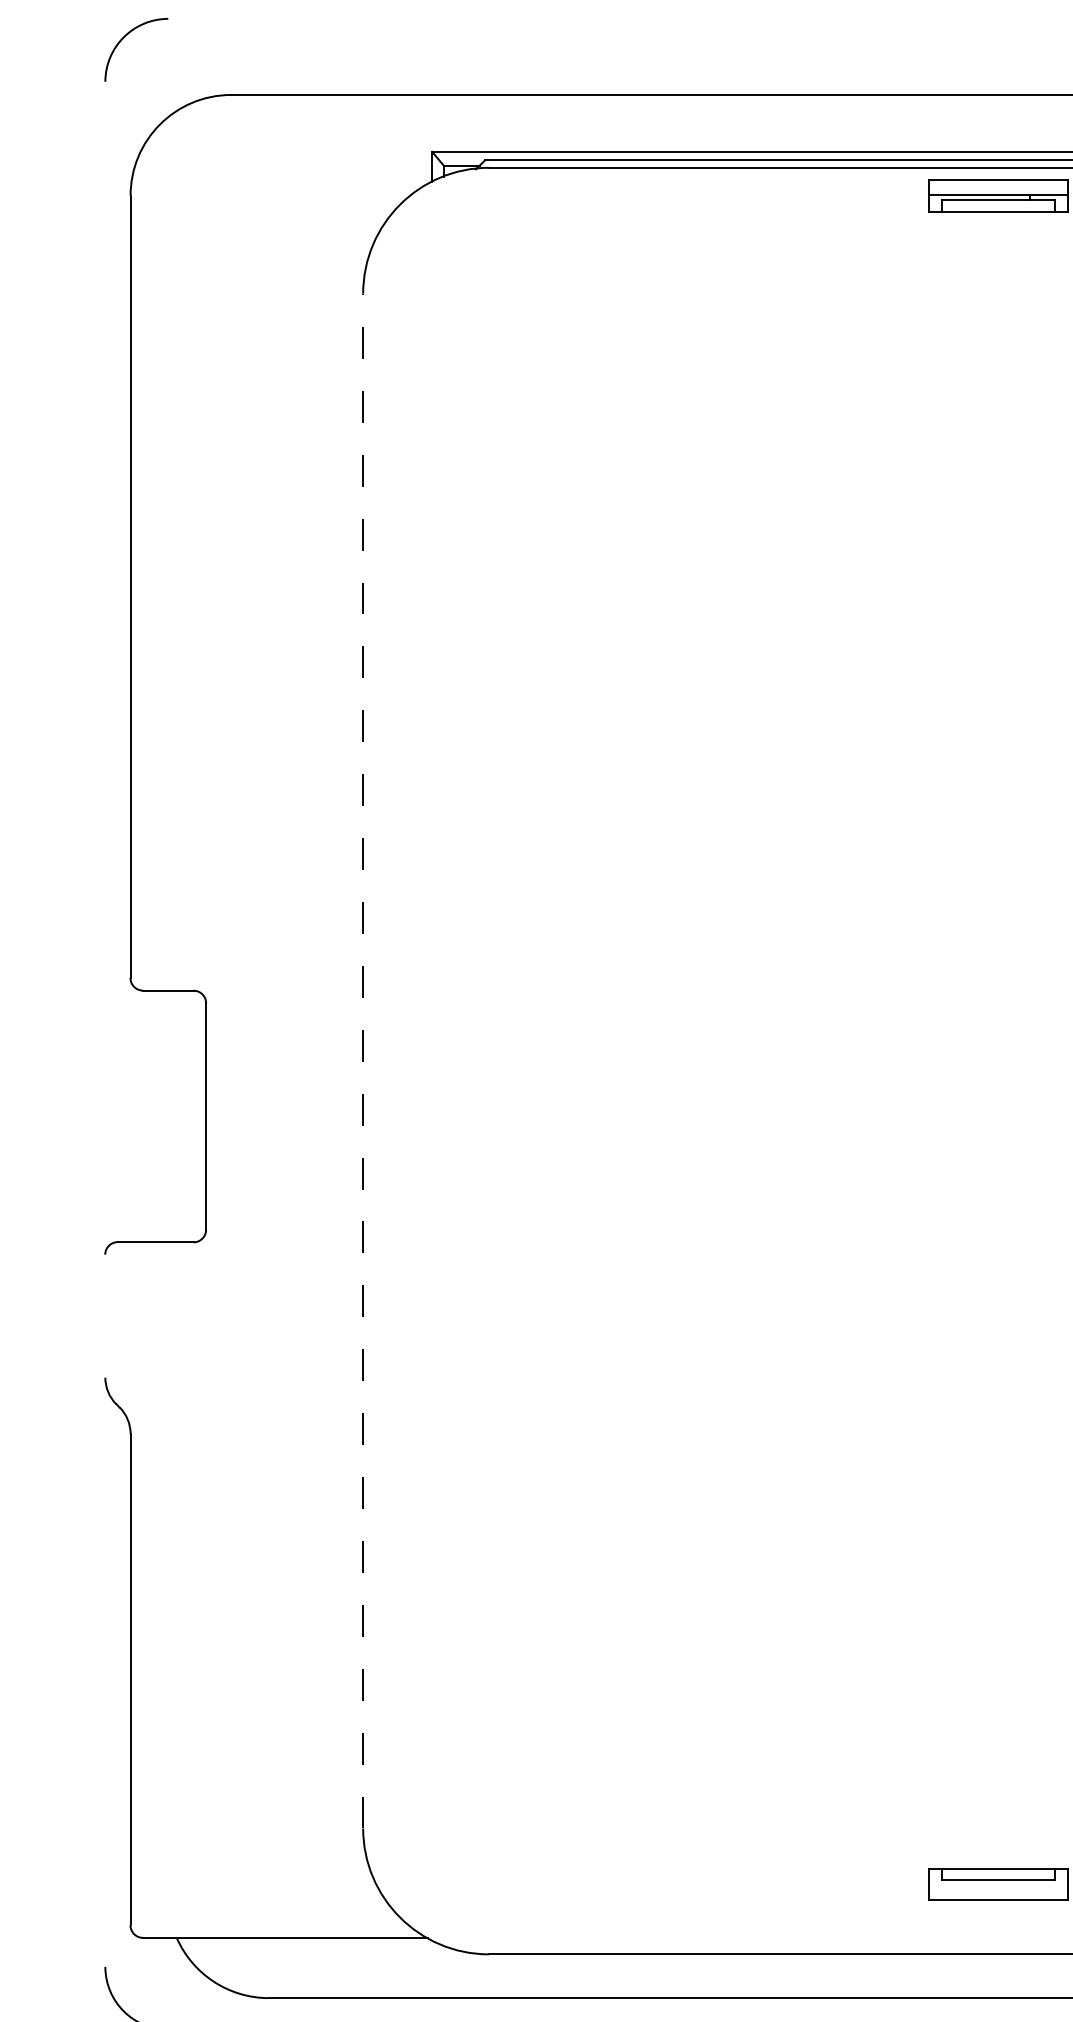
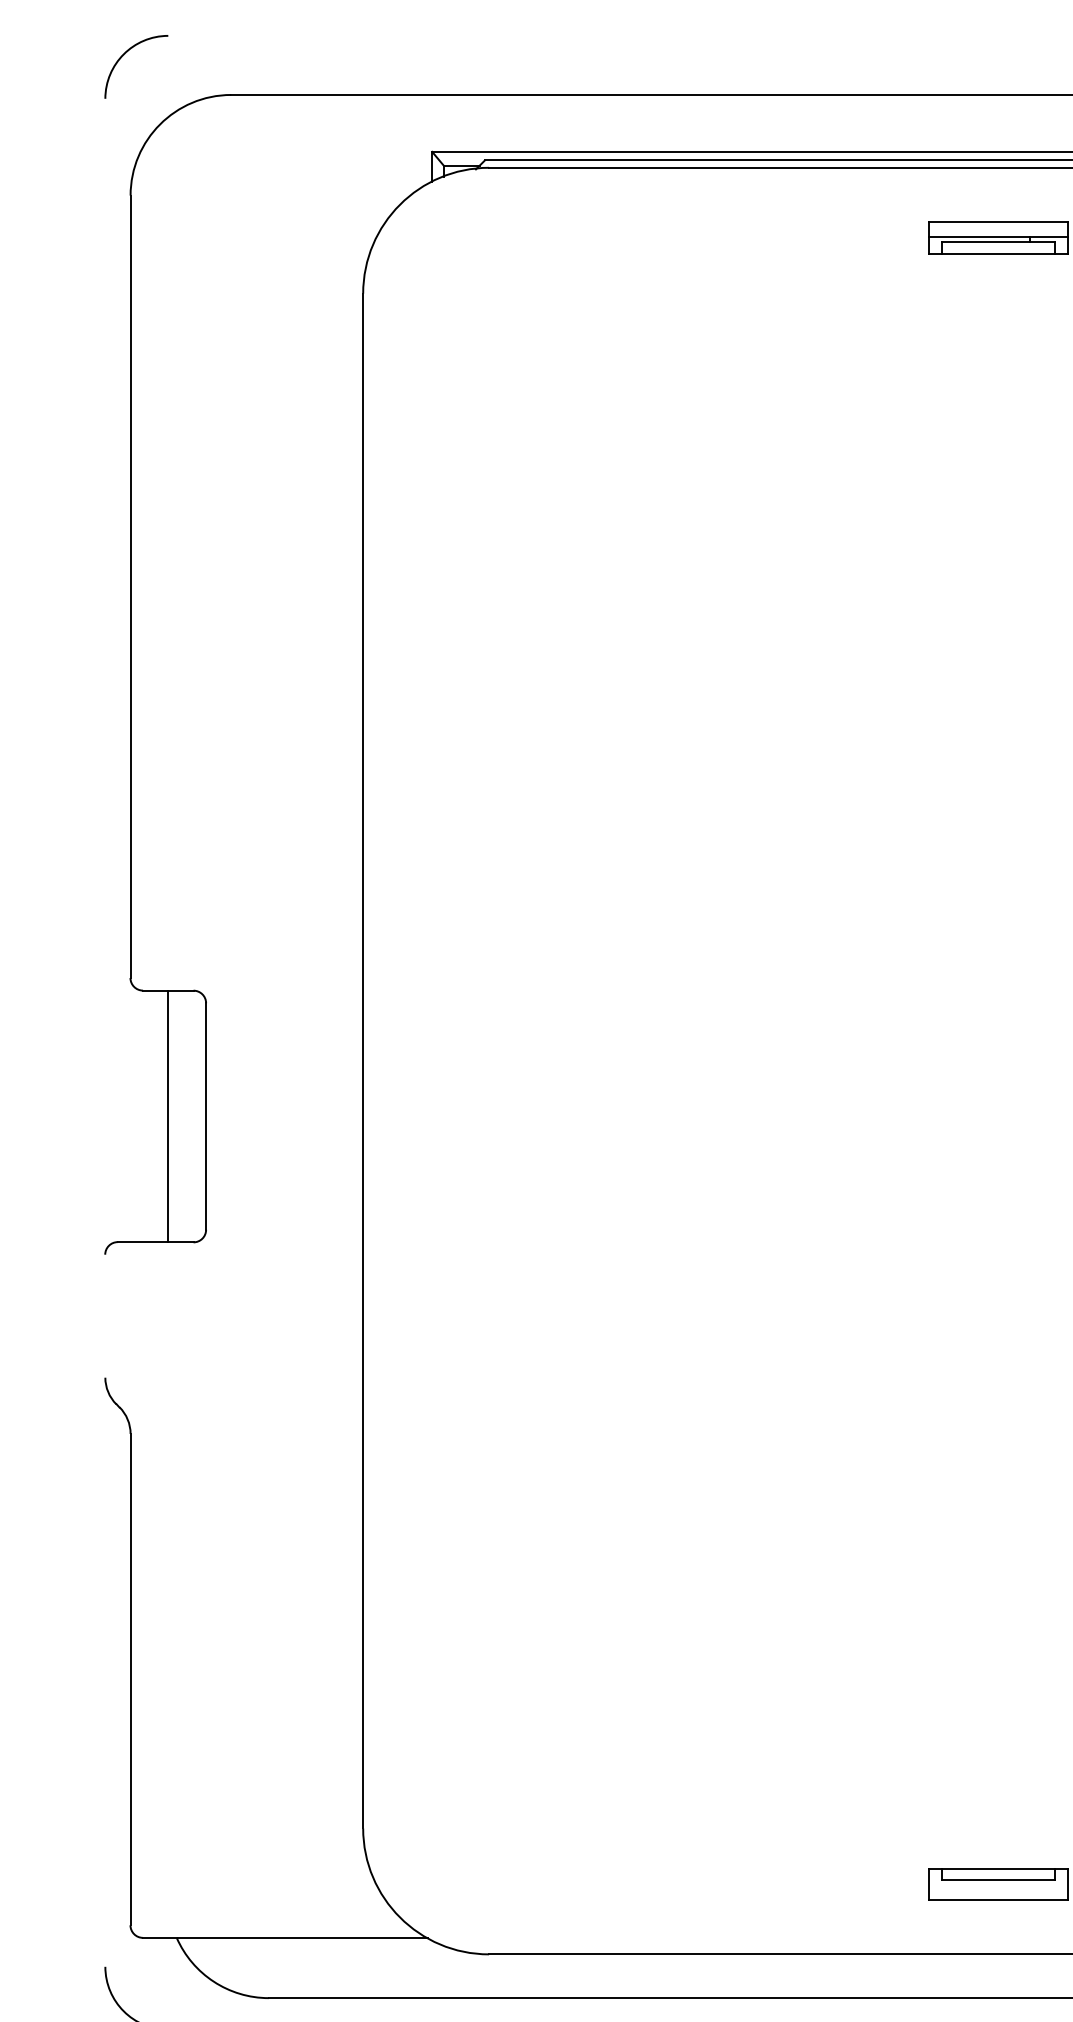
arc at (125, 37) position: (125, 37) -> (125, 54)
part at (998, 195) position: (998, 195) -> (998, 237)
line at (363, 1060): dashed -> solid
line at (168, 1116): none -> present
